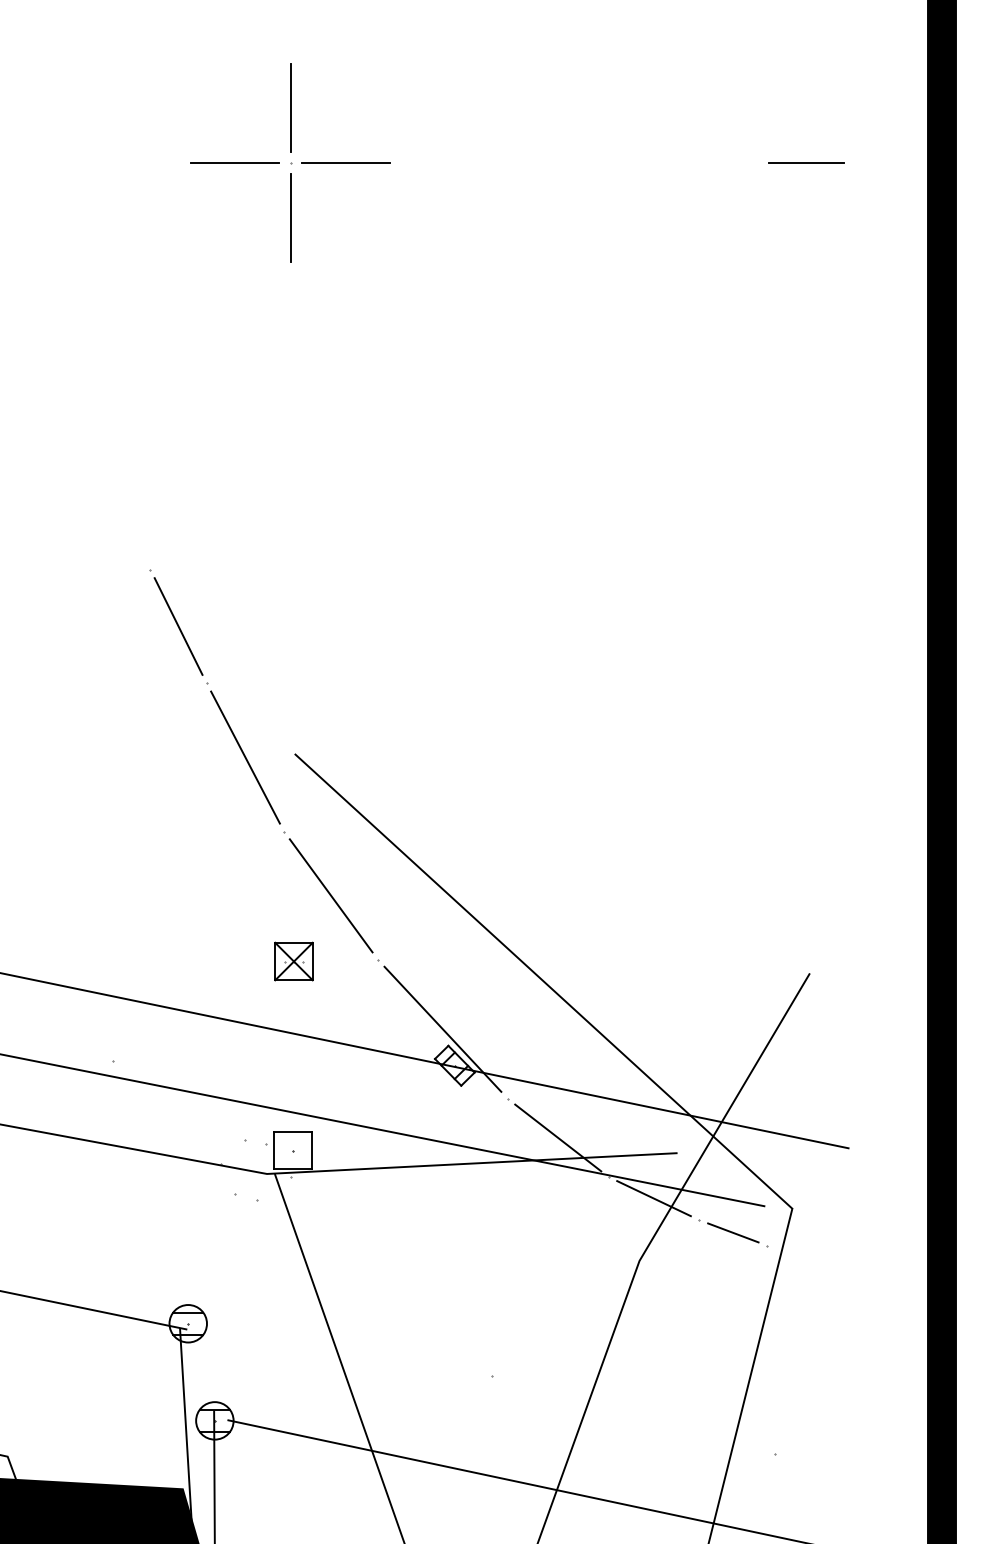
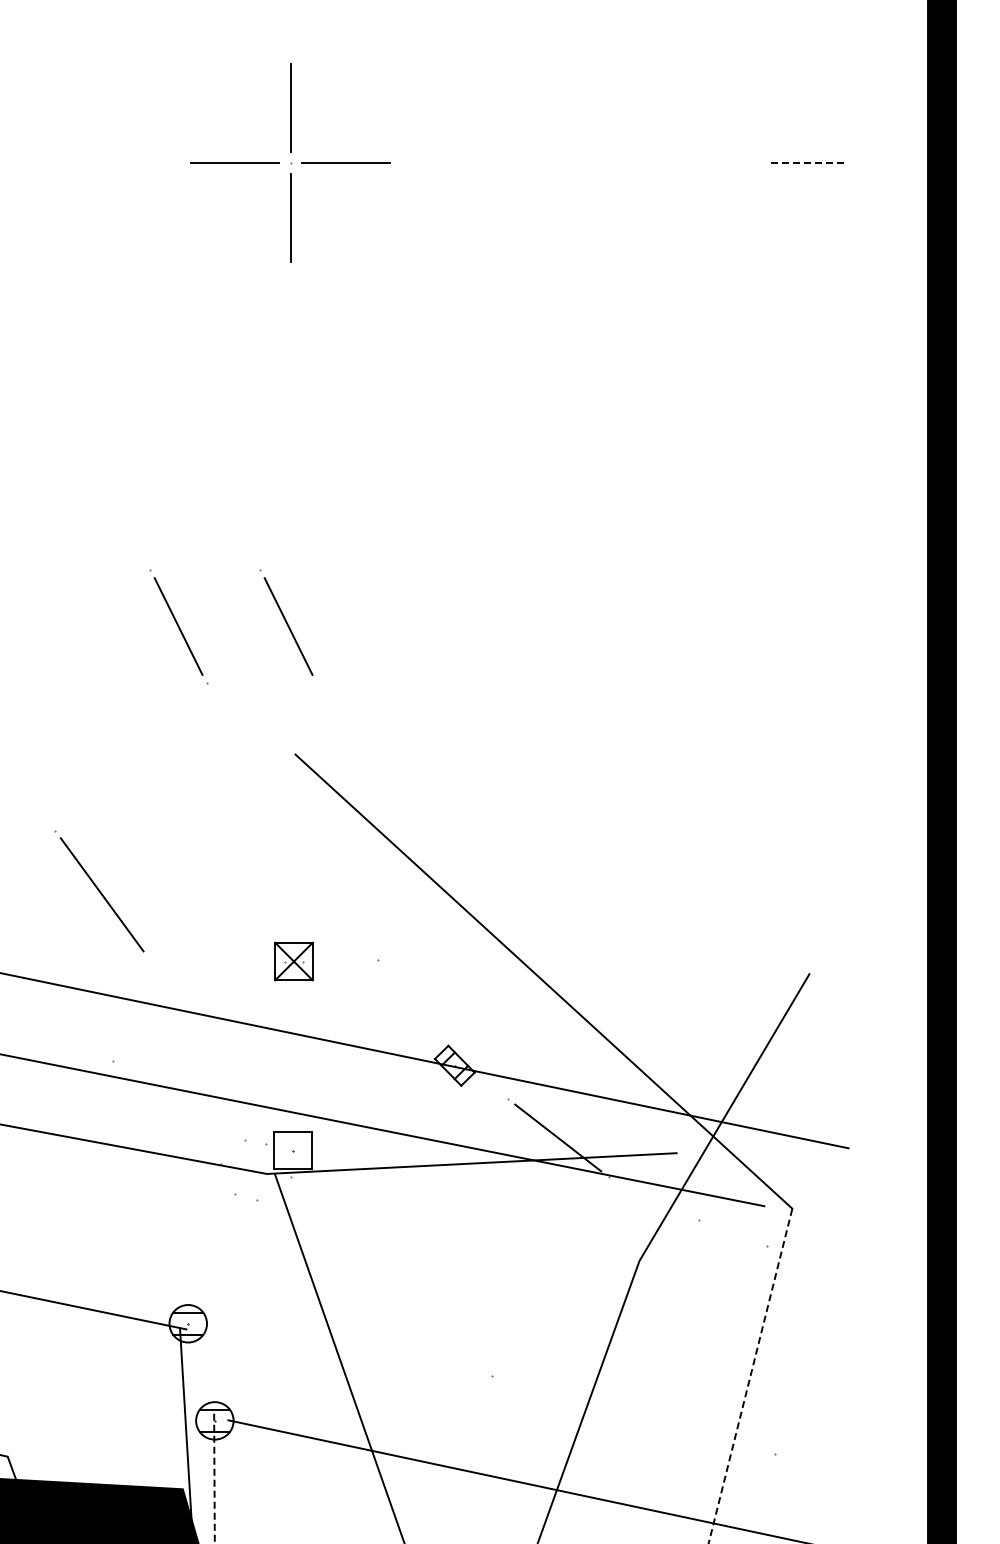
line at (805, 162): solid -> dashed
line at (286, 622): none -> present
line at (245, 757): present -> none
line at (328, 892) position: (328, 892) -> (99, 891)
line at (442, 1028): present -> none
line at (653, 1198): present -> none
line at (733, 1232): present -> none
line at (750, 1376): solid -> dashed
line at (214, 1476): solid -> dashed
